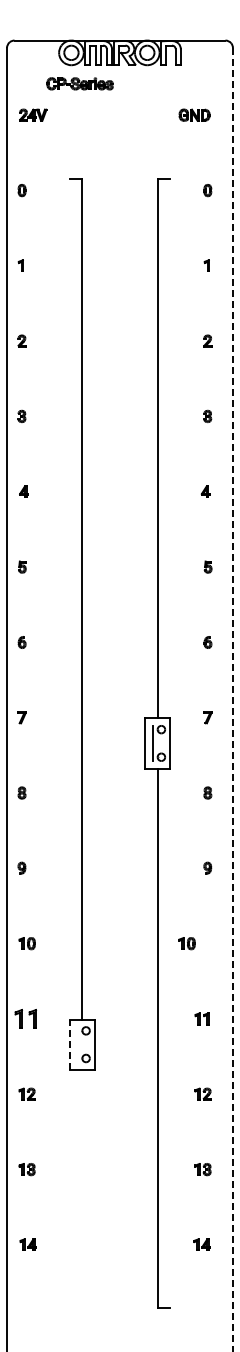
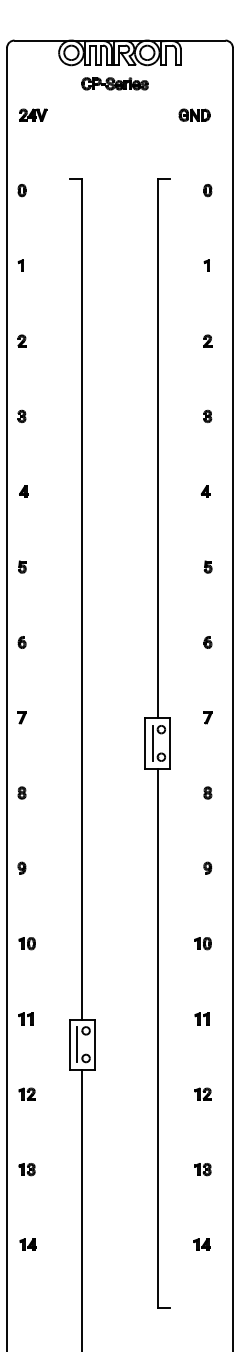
part at (79, 83) position: (79, 83) -> (114, 83)
line at (232, 700): dashed -> solid
part at (186, 943) position: (186, 943) -> (202, 943)
part at (25, 1018) size: 23x20 px -> 16x14 px
line at (69, 1044): dashed -> solid
line at (77, 1044): none -> present
line at (82, 1208): none -> present
